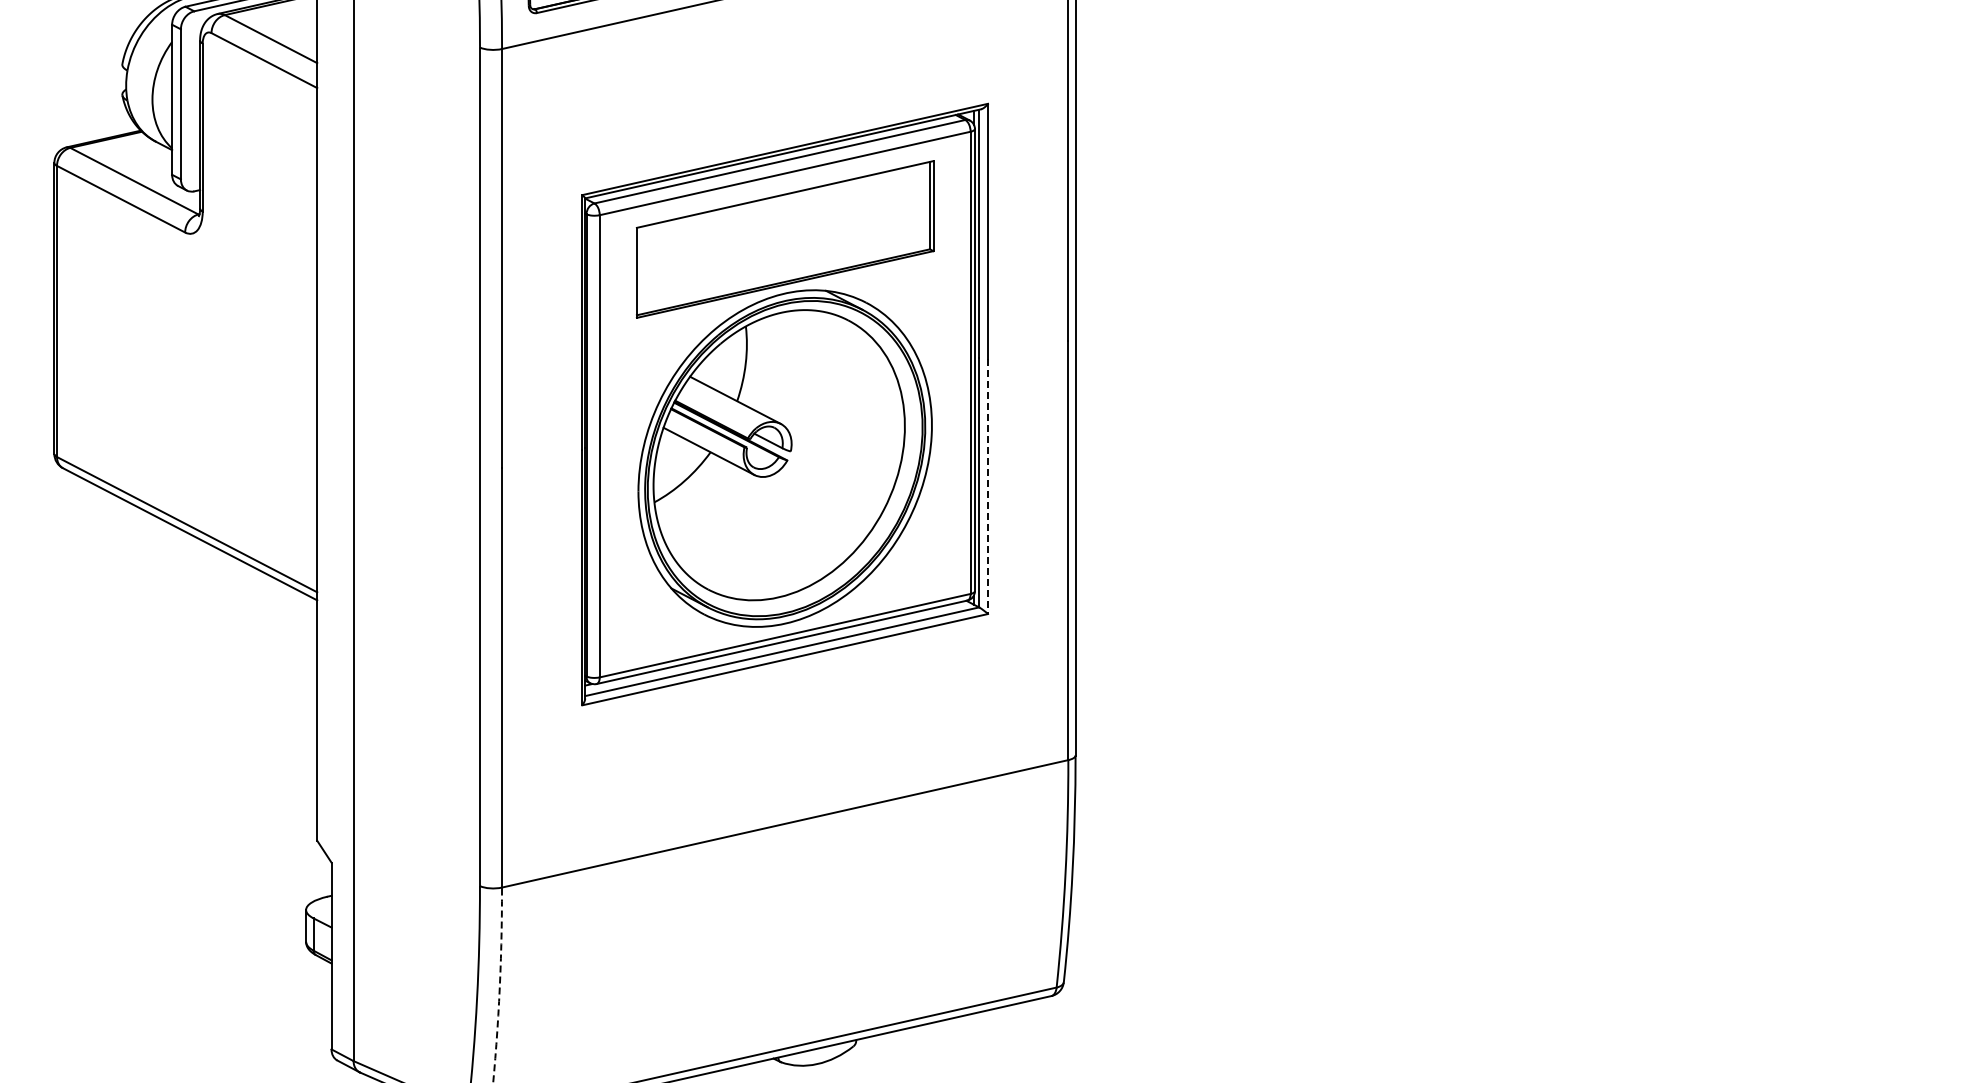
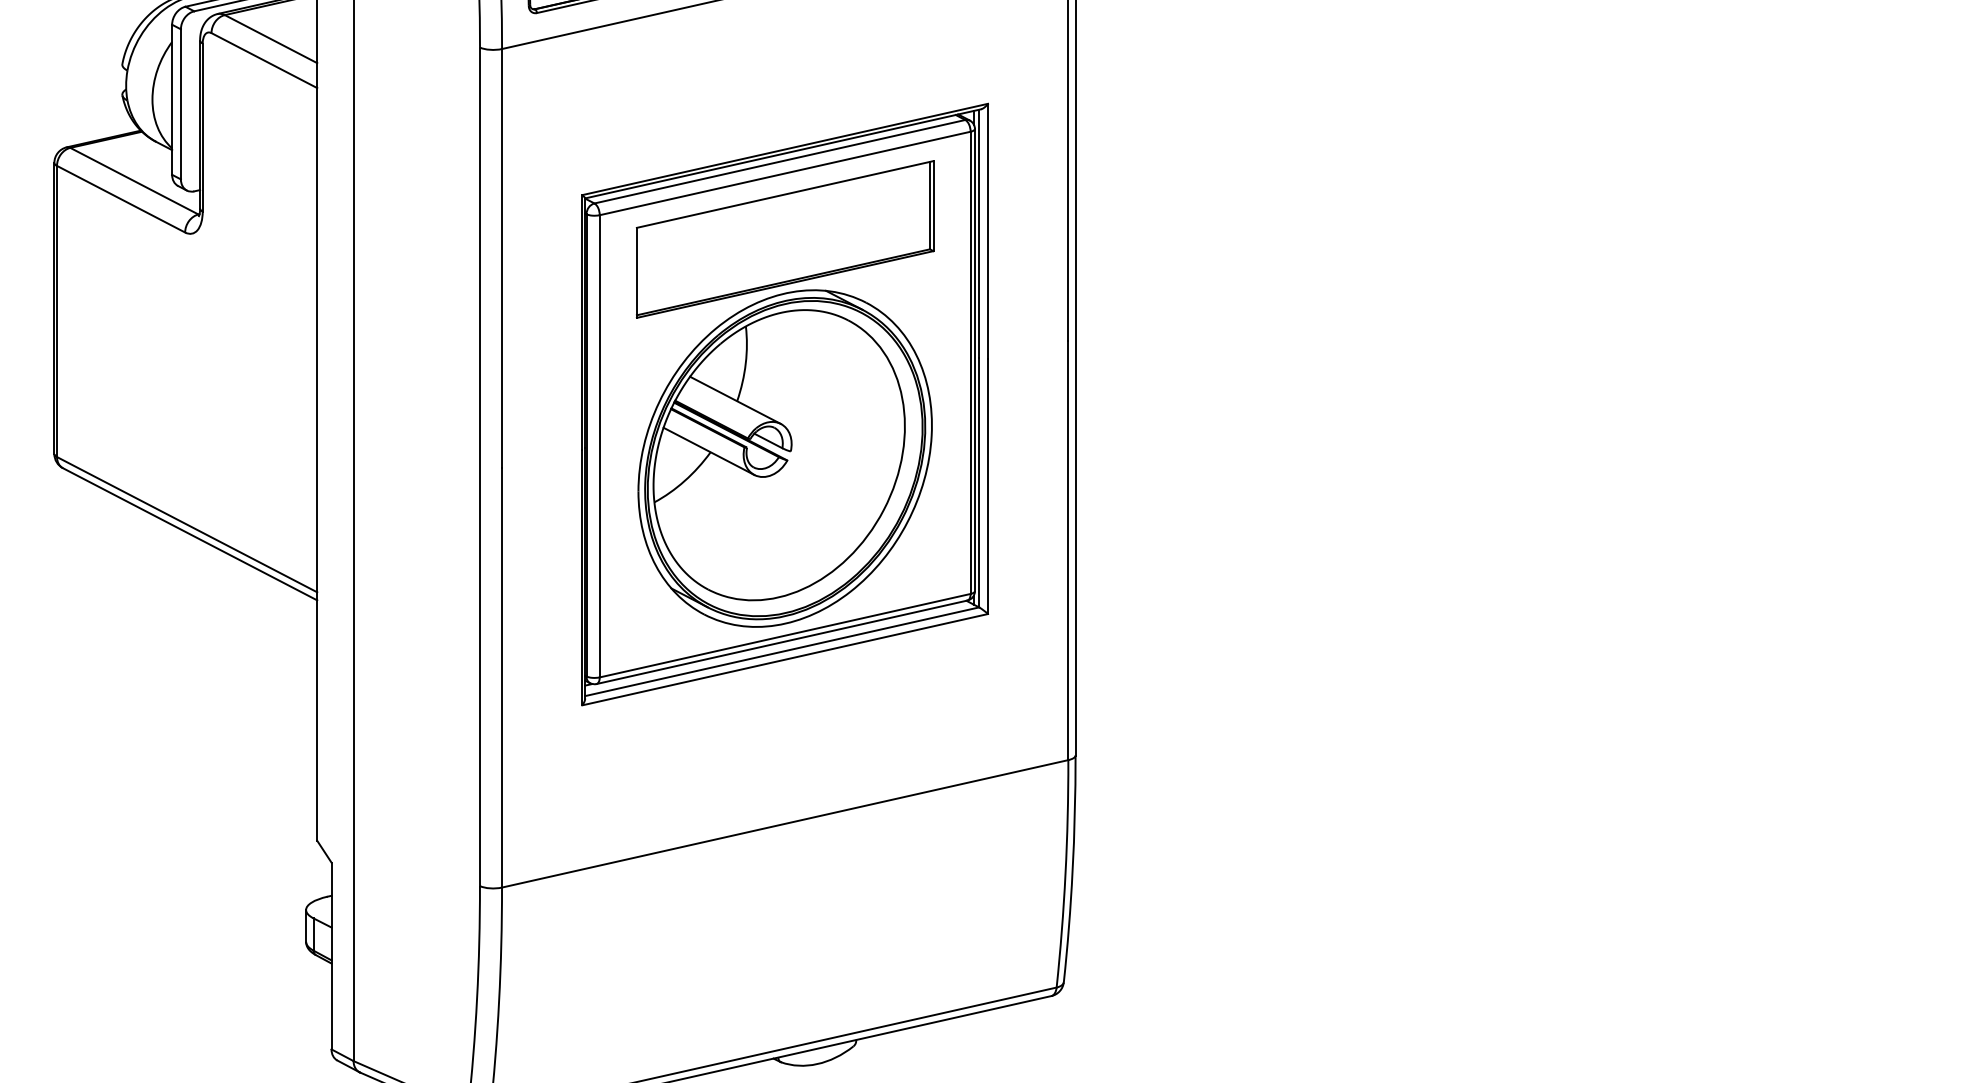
line at (988, 486): dashed -> solid
arc at (499, 985): dashed -> solid
